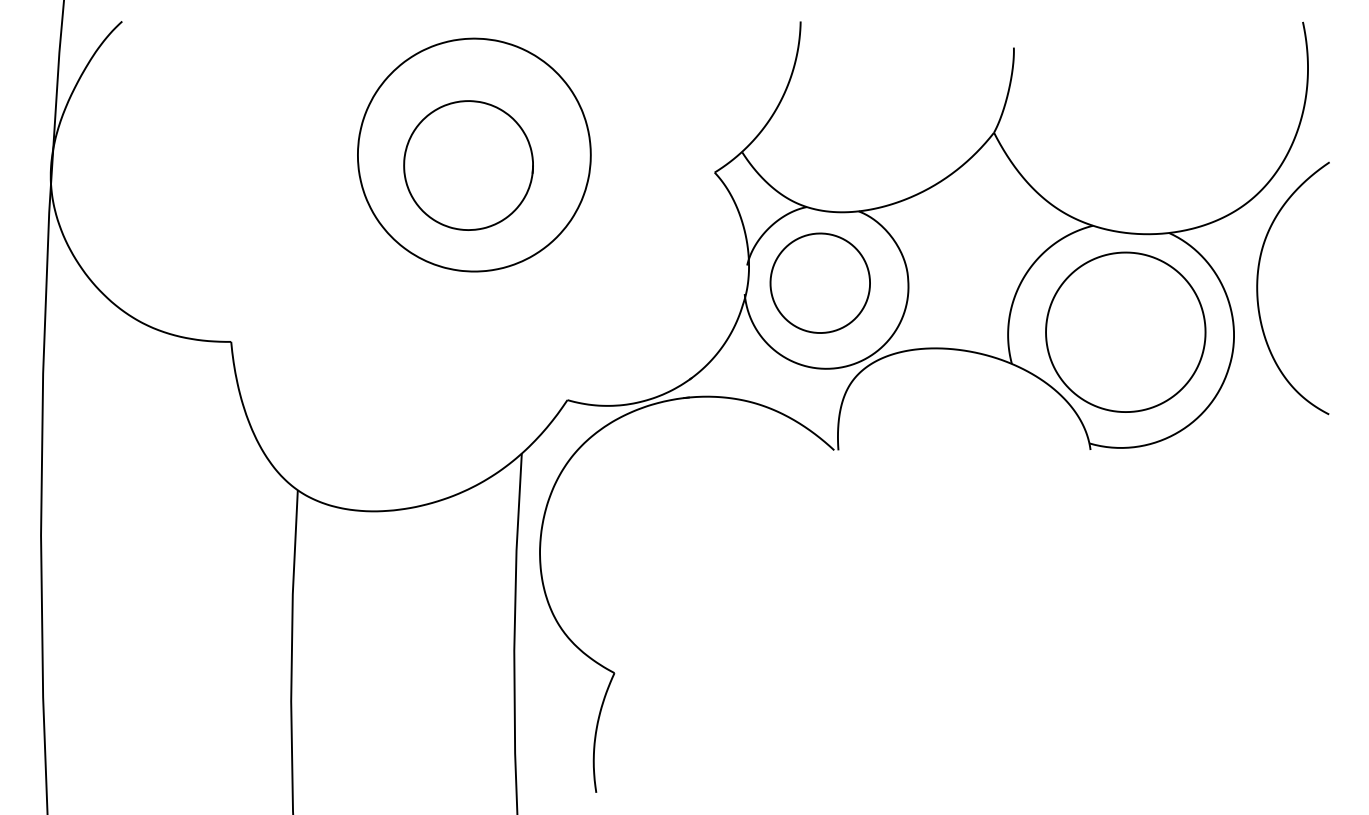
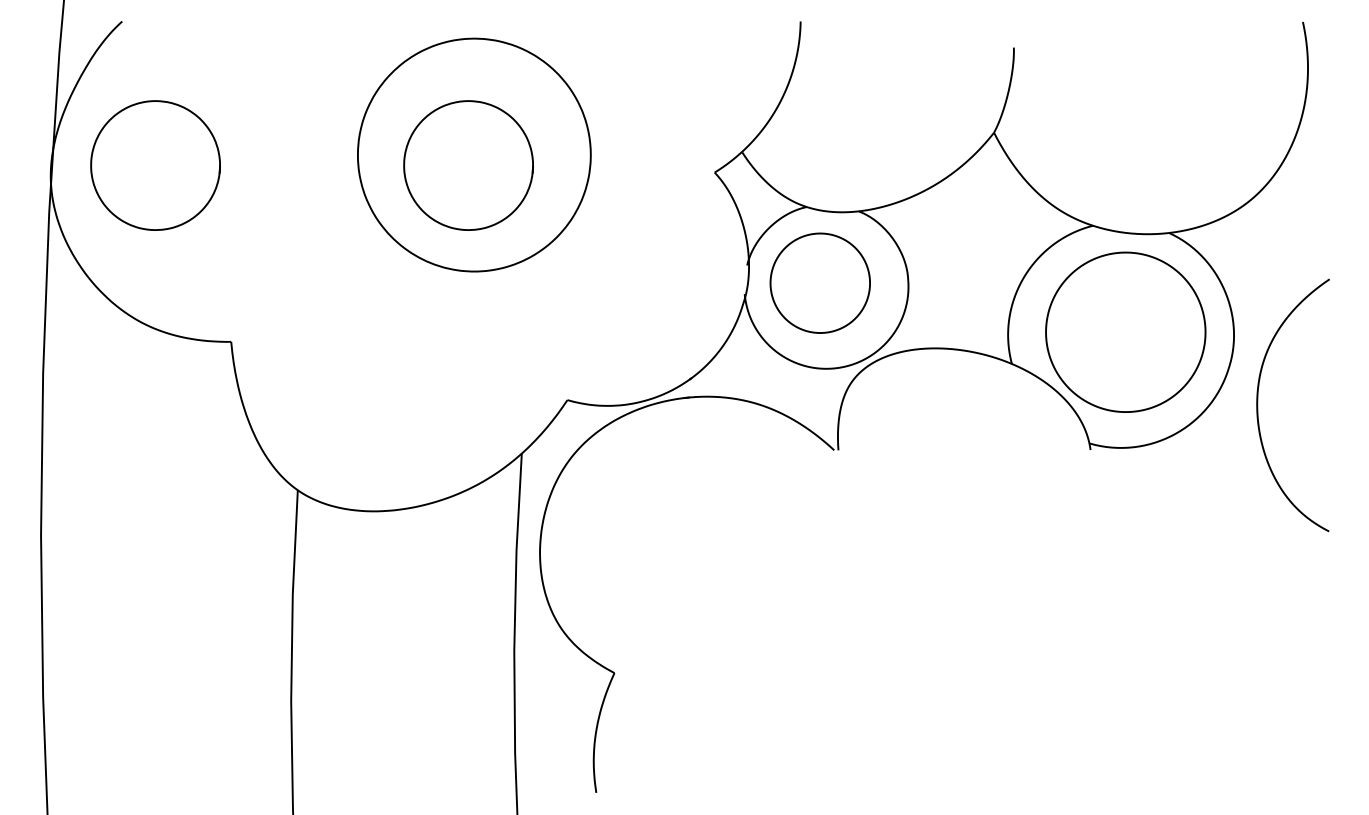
part at (155, 165): none -> present
curve at (1258, 288) position: (1258, 288) -> (1258, 405)
